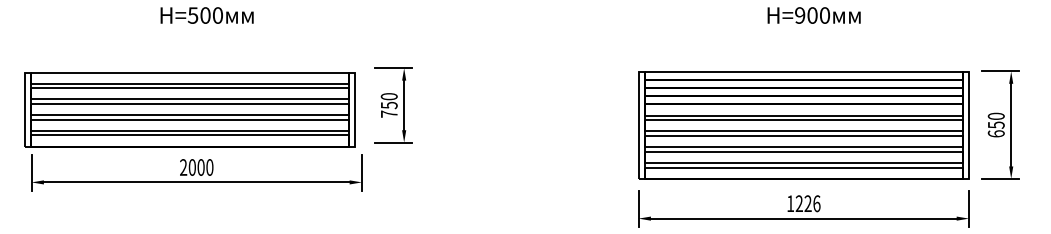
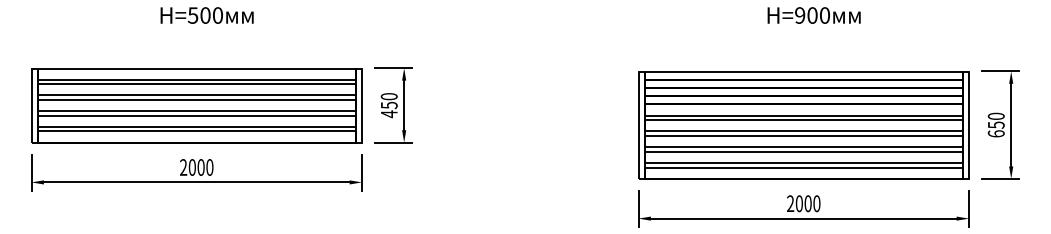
part at (189, 109) position: (189, 109) -> (196, 105)
text at (389, 114): 750 -> 450
text at (803, 203): 1226 -> 2000
